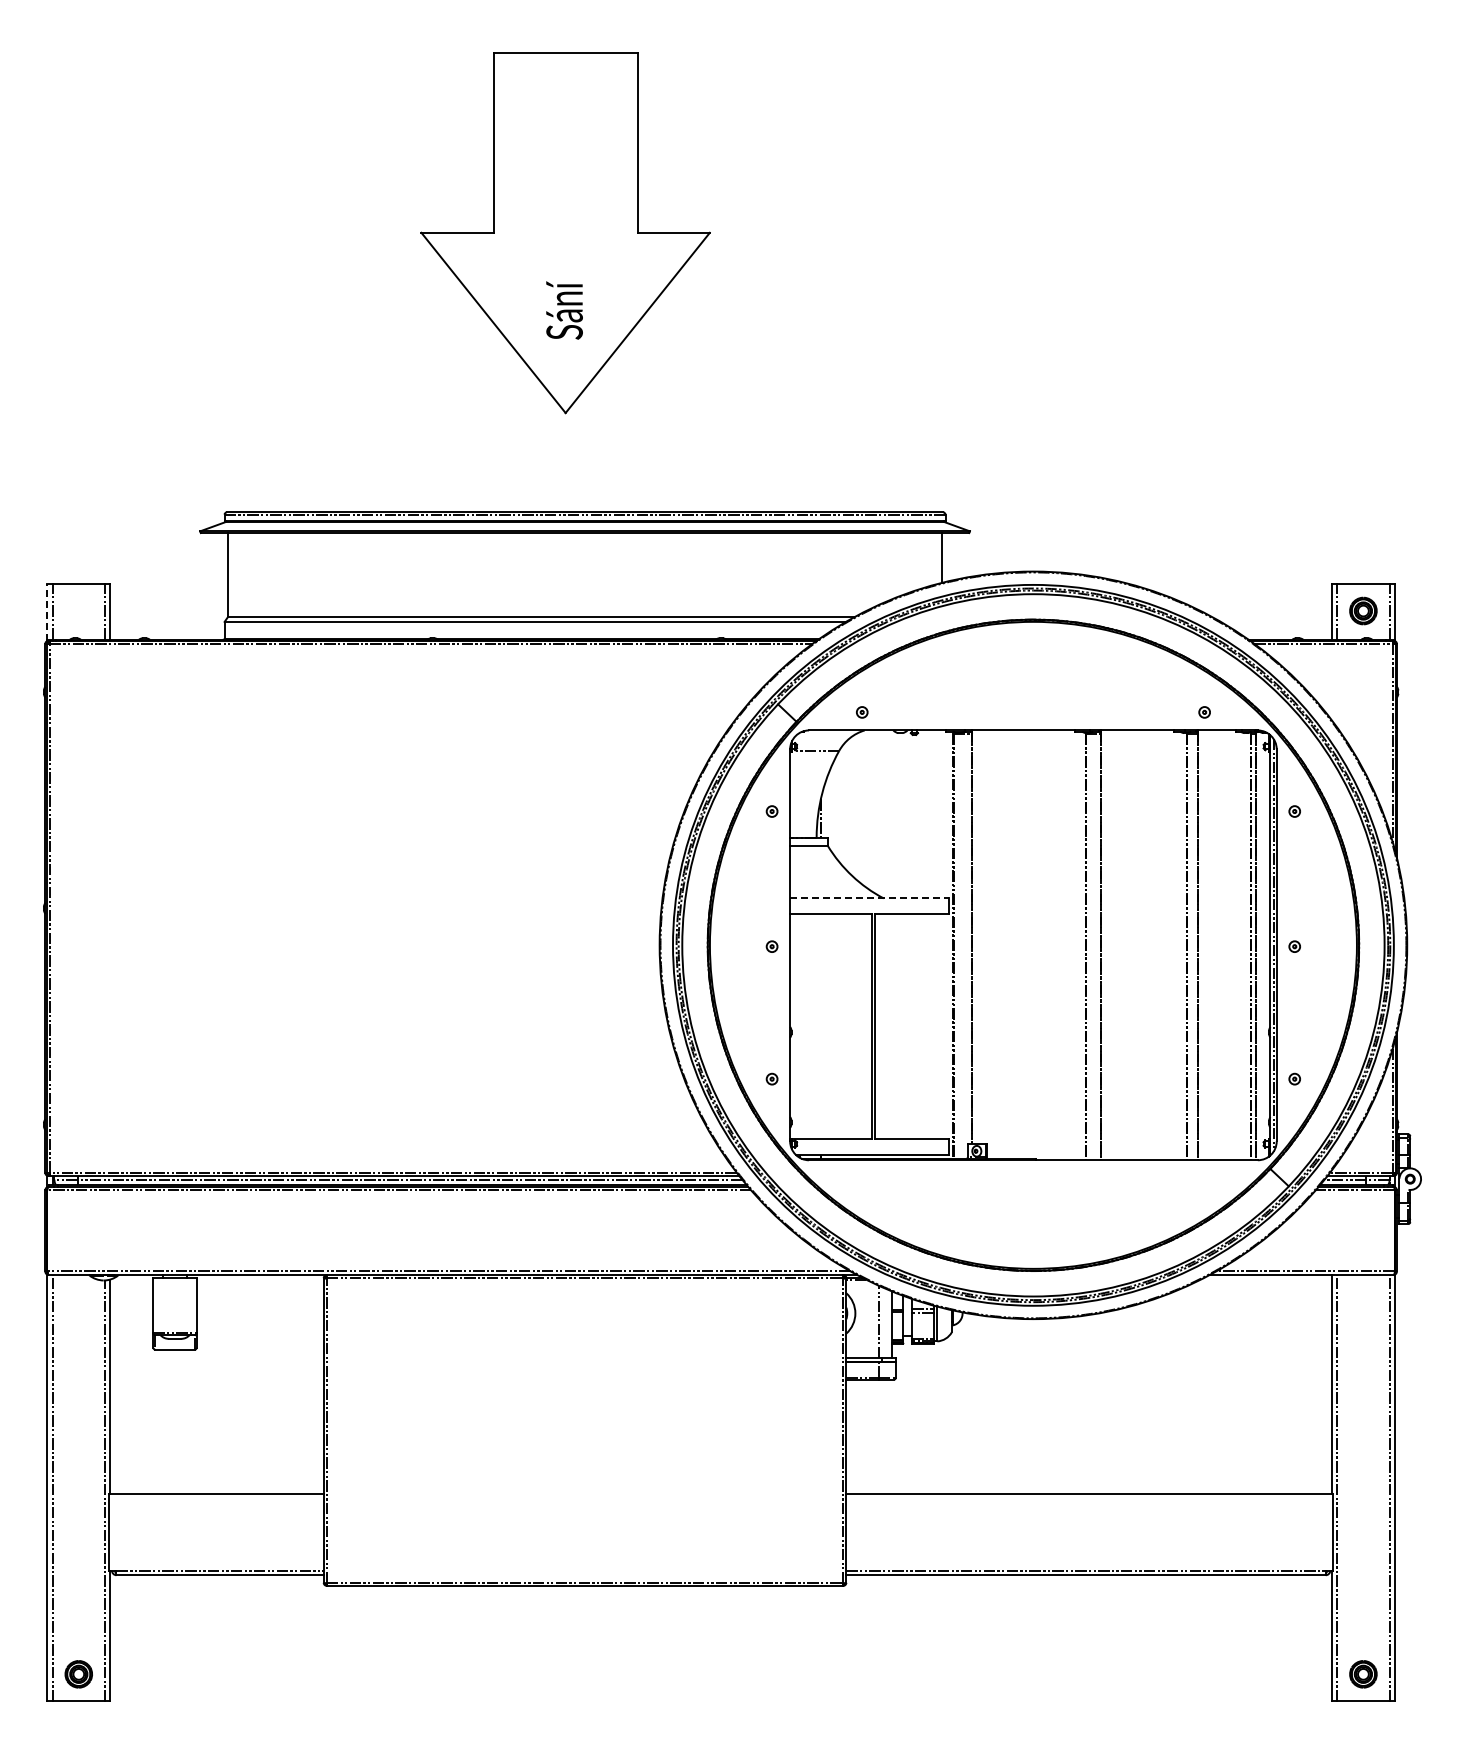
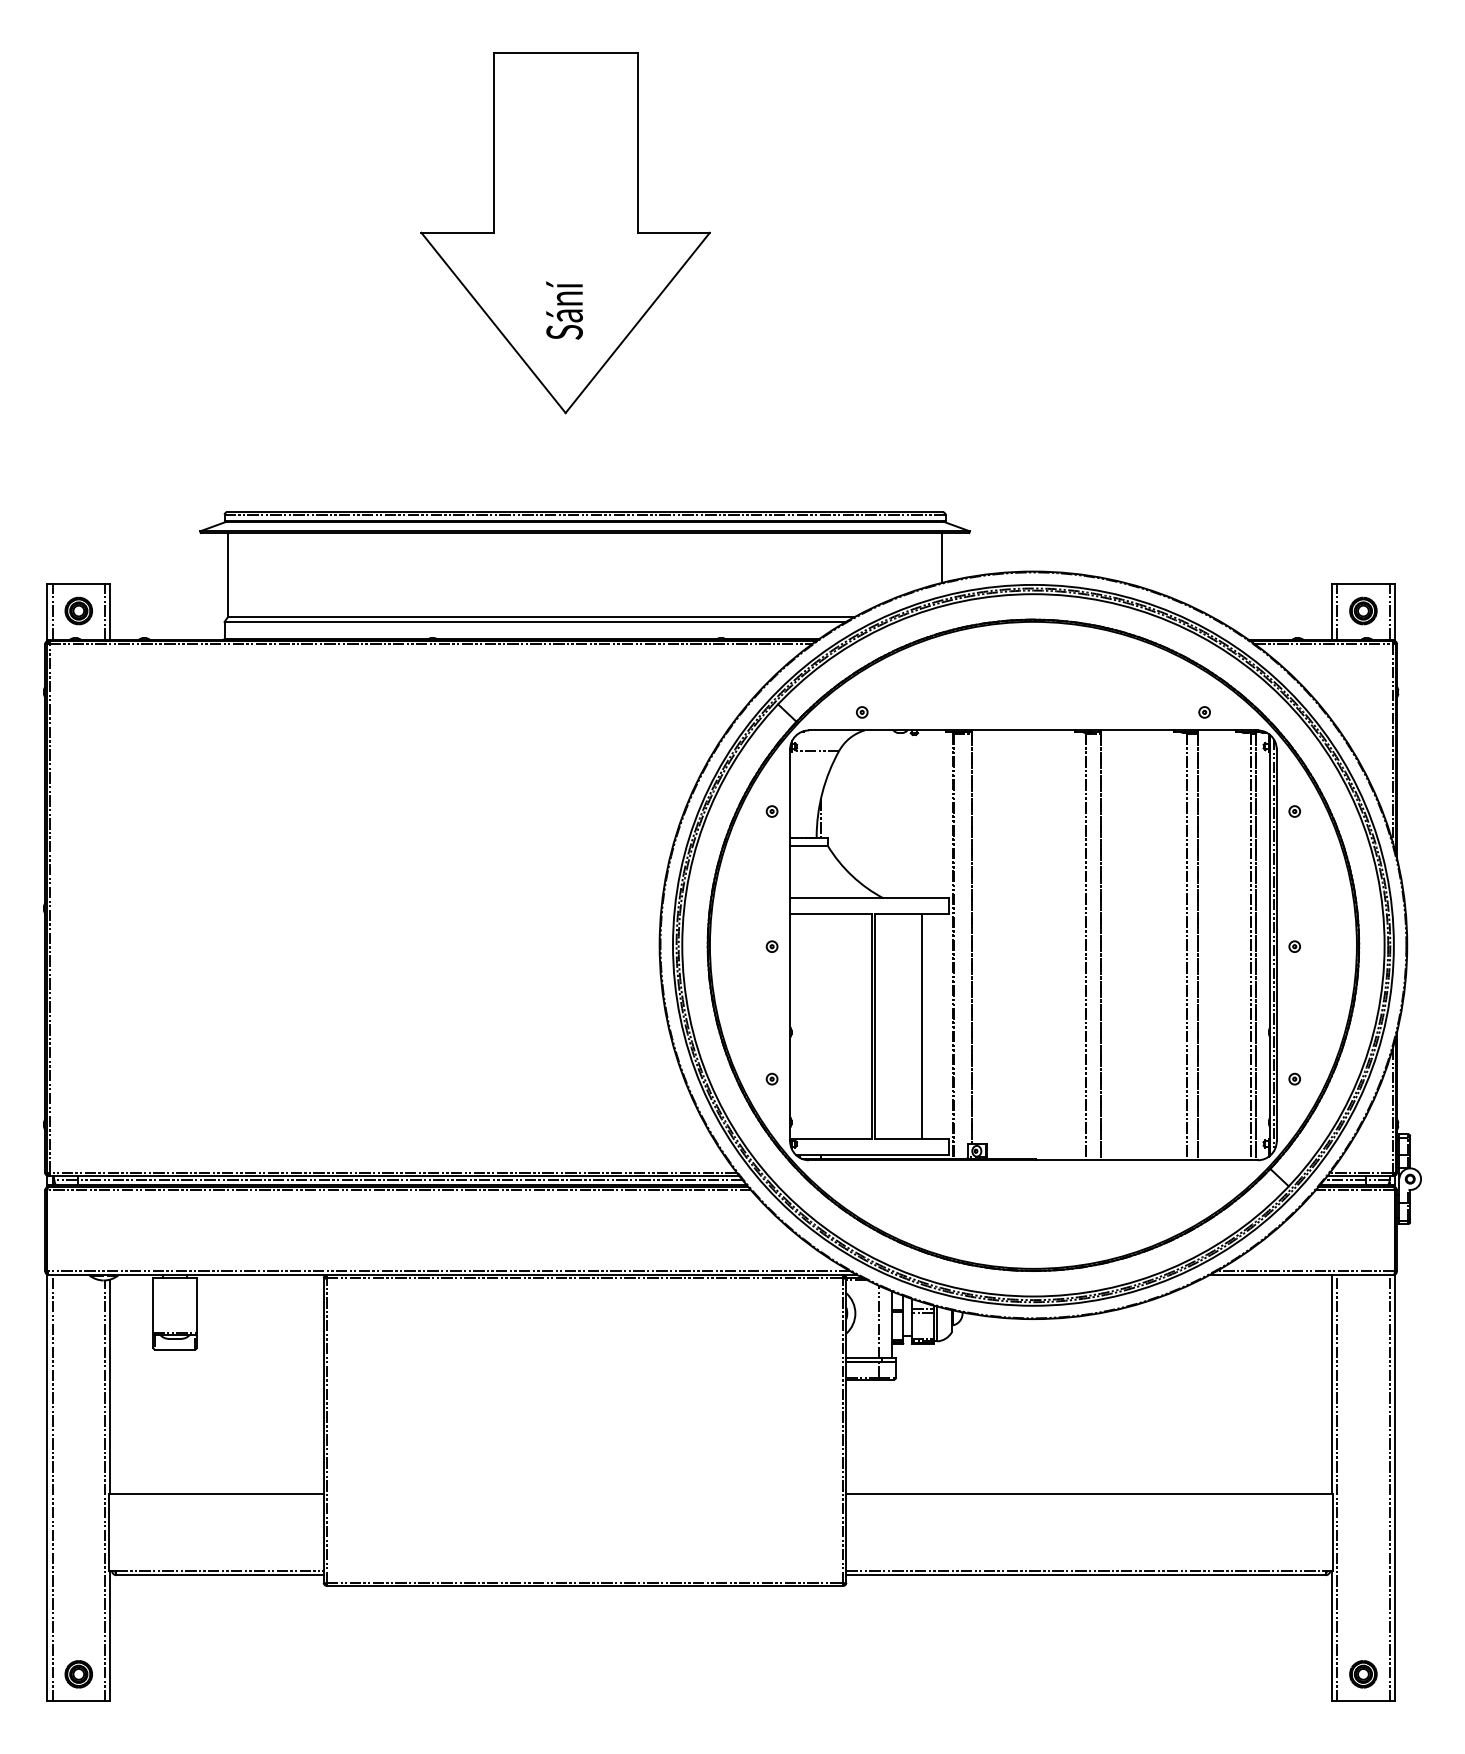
part at (78, 610): none -> present
line at (47, 612): dashed -> solid
line at (870, 898): dashed -> solid
line at (922, 1026): none -> present
